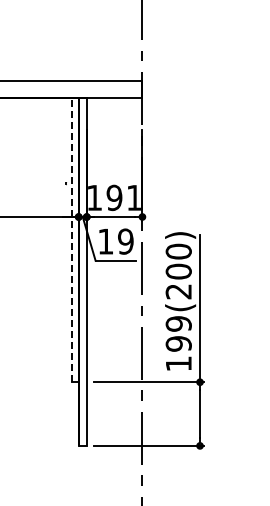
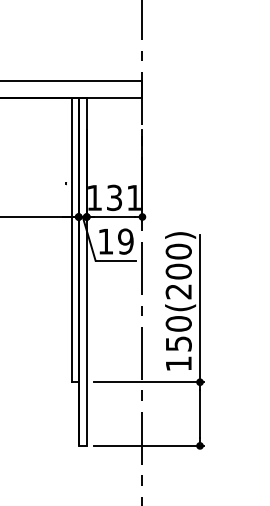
text at (114, 197): 191 -> 131
line at (71, 239): dashed -> solid
text at (178, 333): 199(200) -> 150(200)
